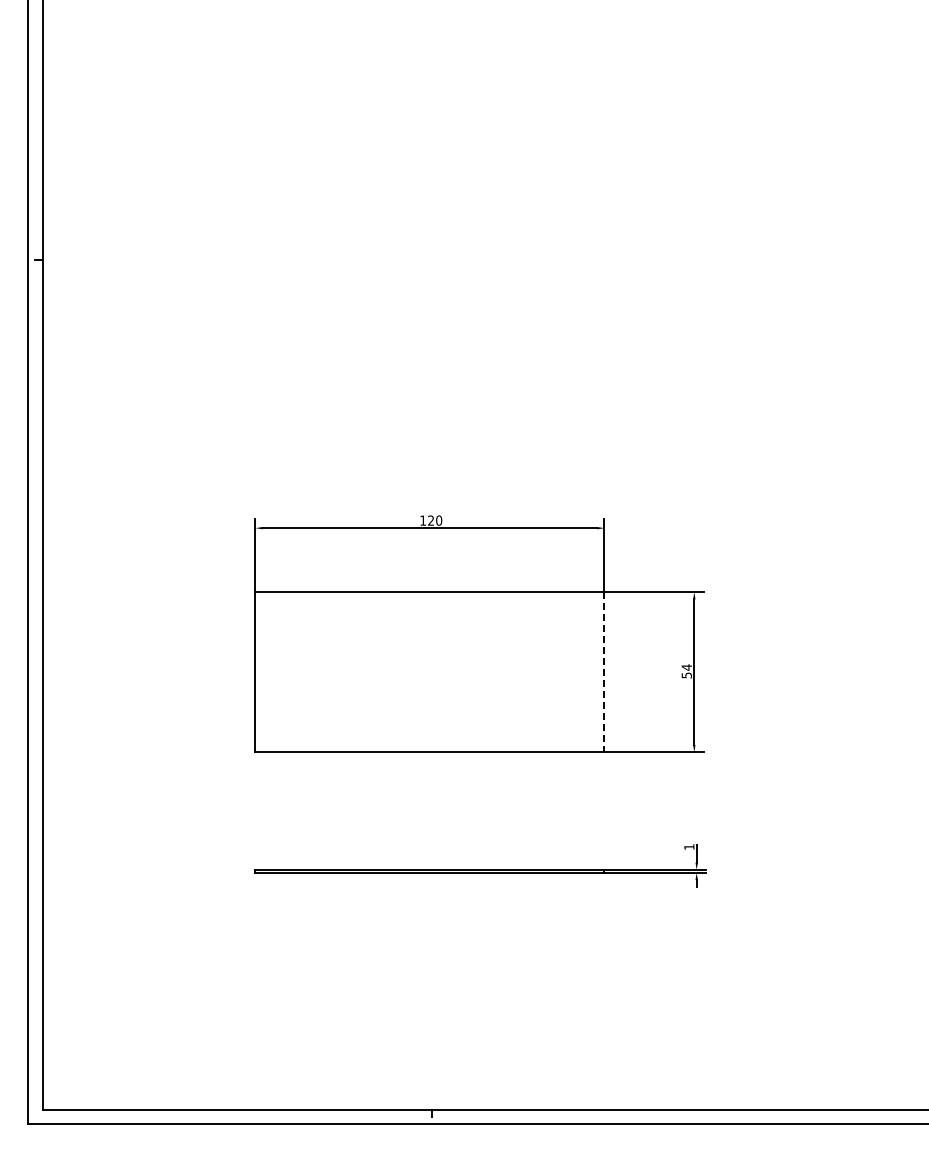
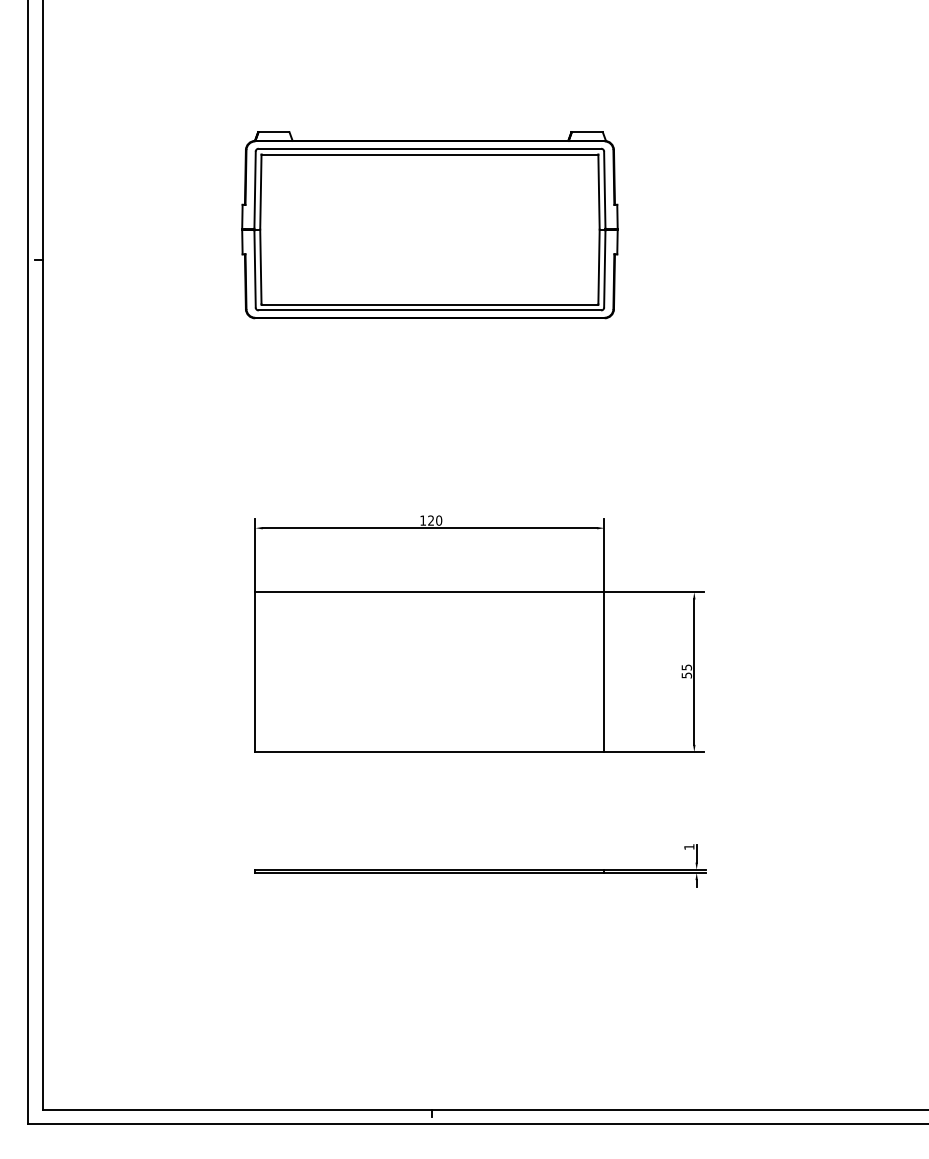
part at (429, 225): none -> present
text at (686, 667): 54 -> 55
line at (604, 672): dashed -> solid
